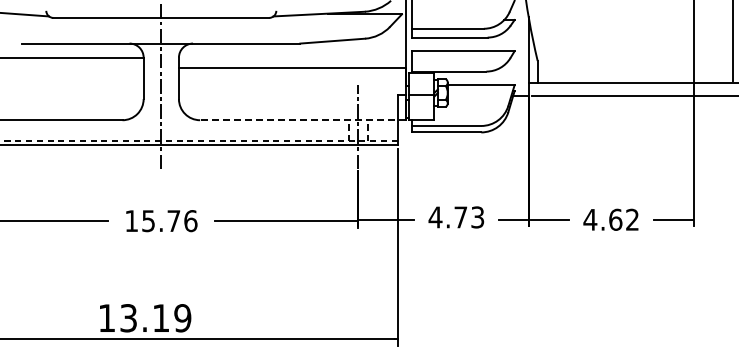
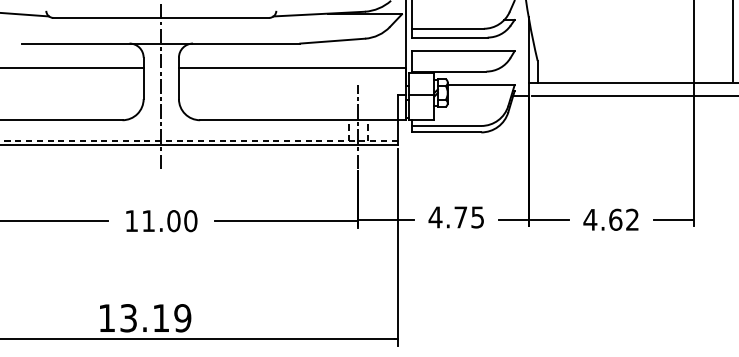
line at (72, 57) position: (72, 57) -> (72, 67)
line at (302, 120): dashed -> solid
text at (478, 216): 4.73 -> 4.75
text at (169, 221): 15.76 -> 11.00
